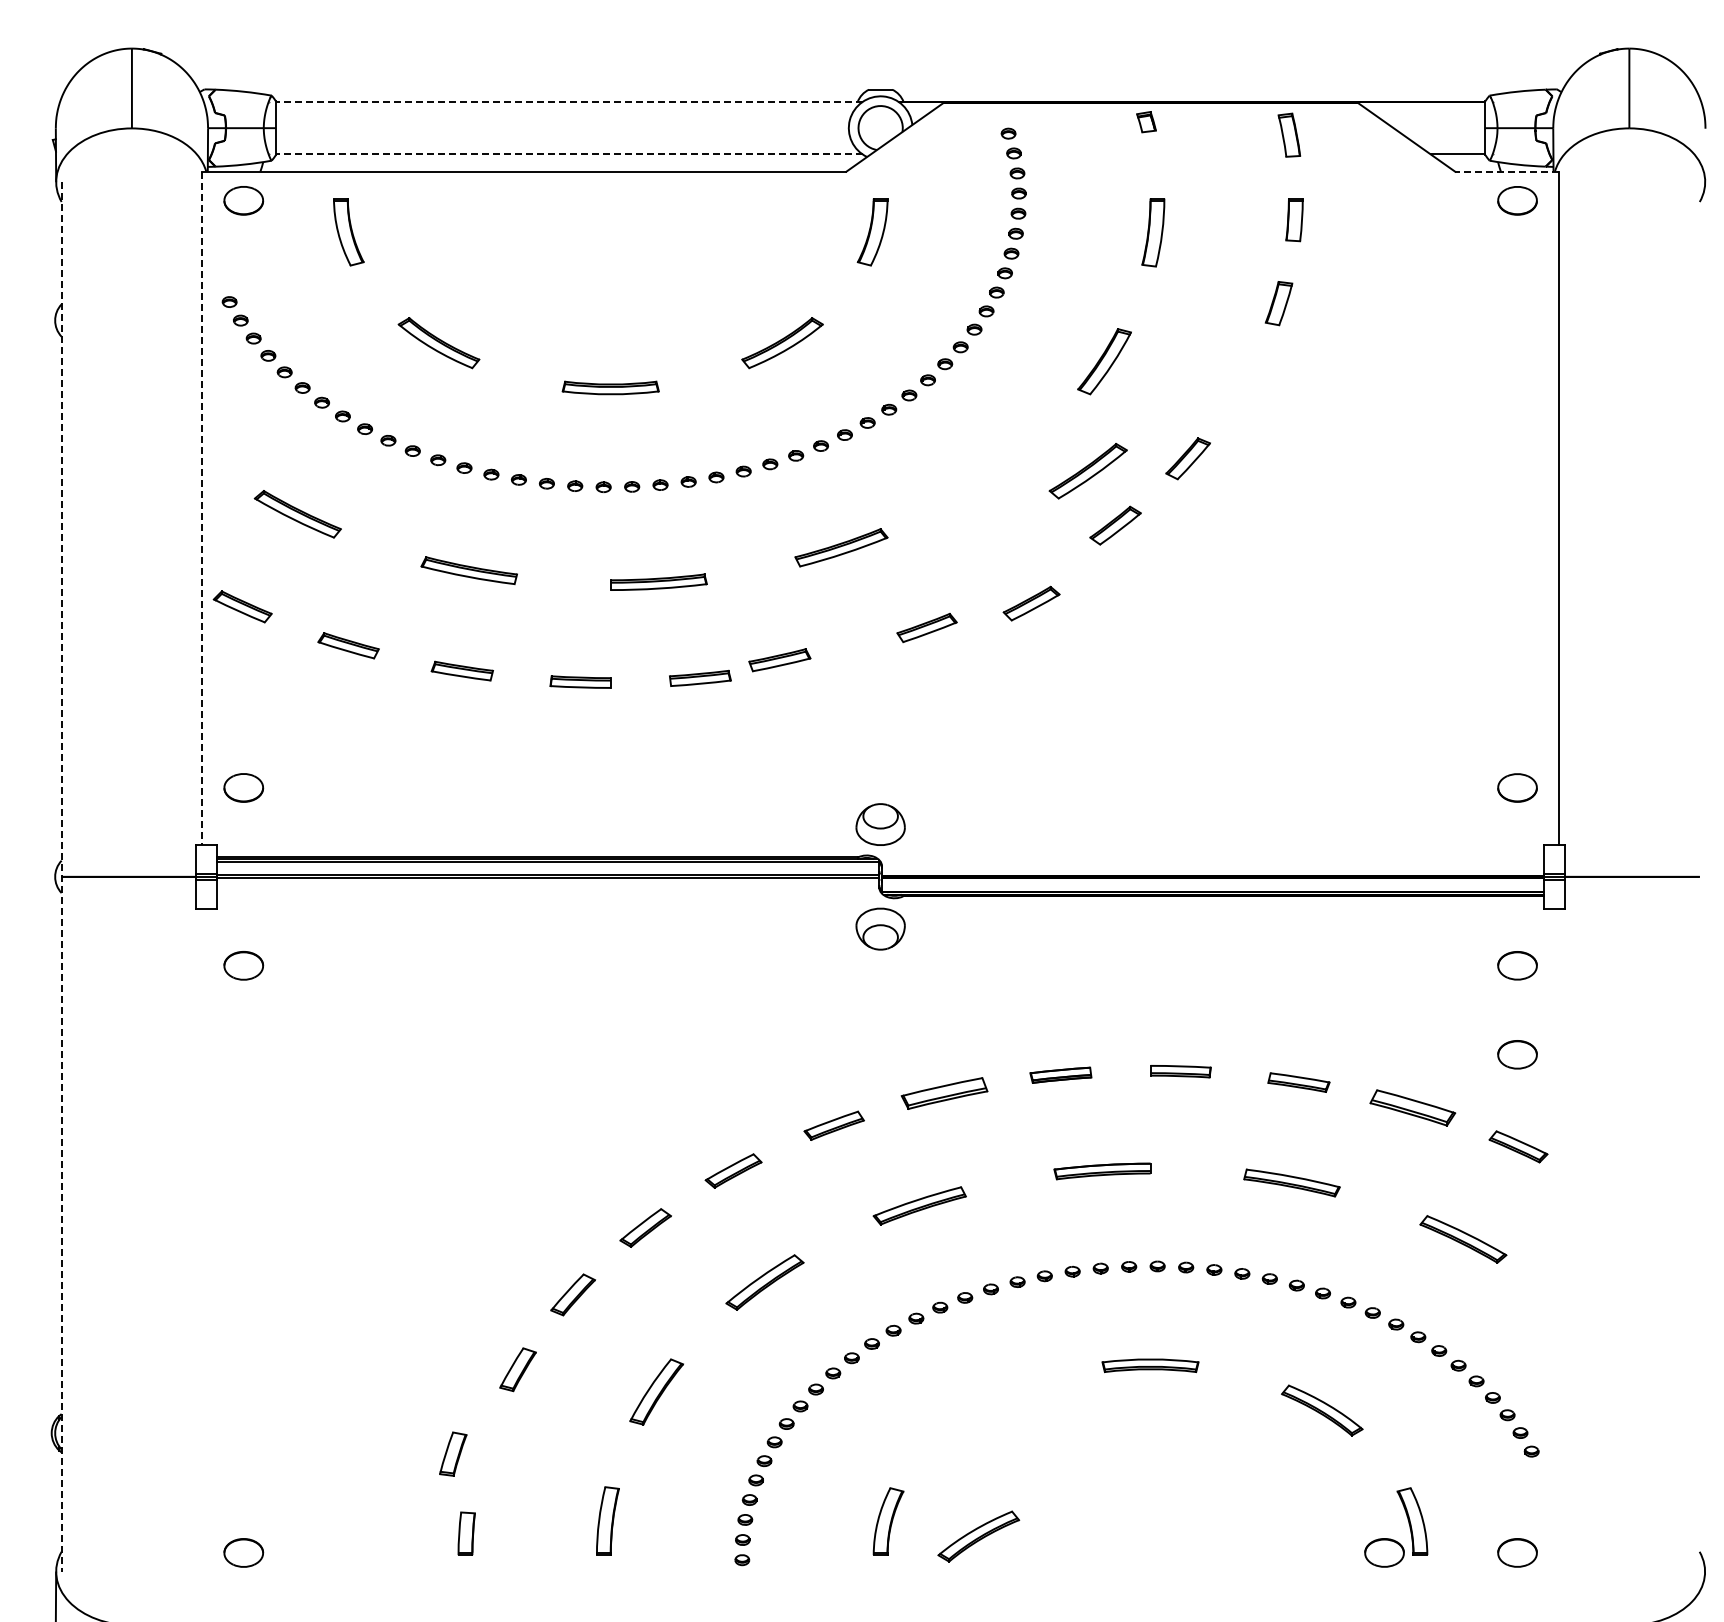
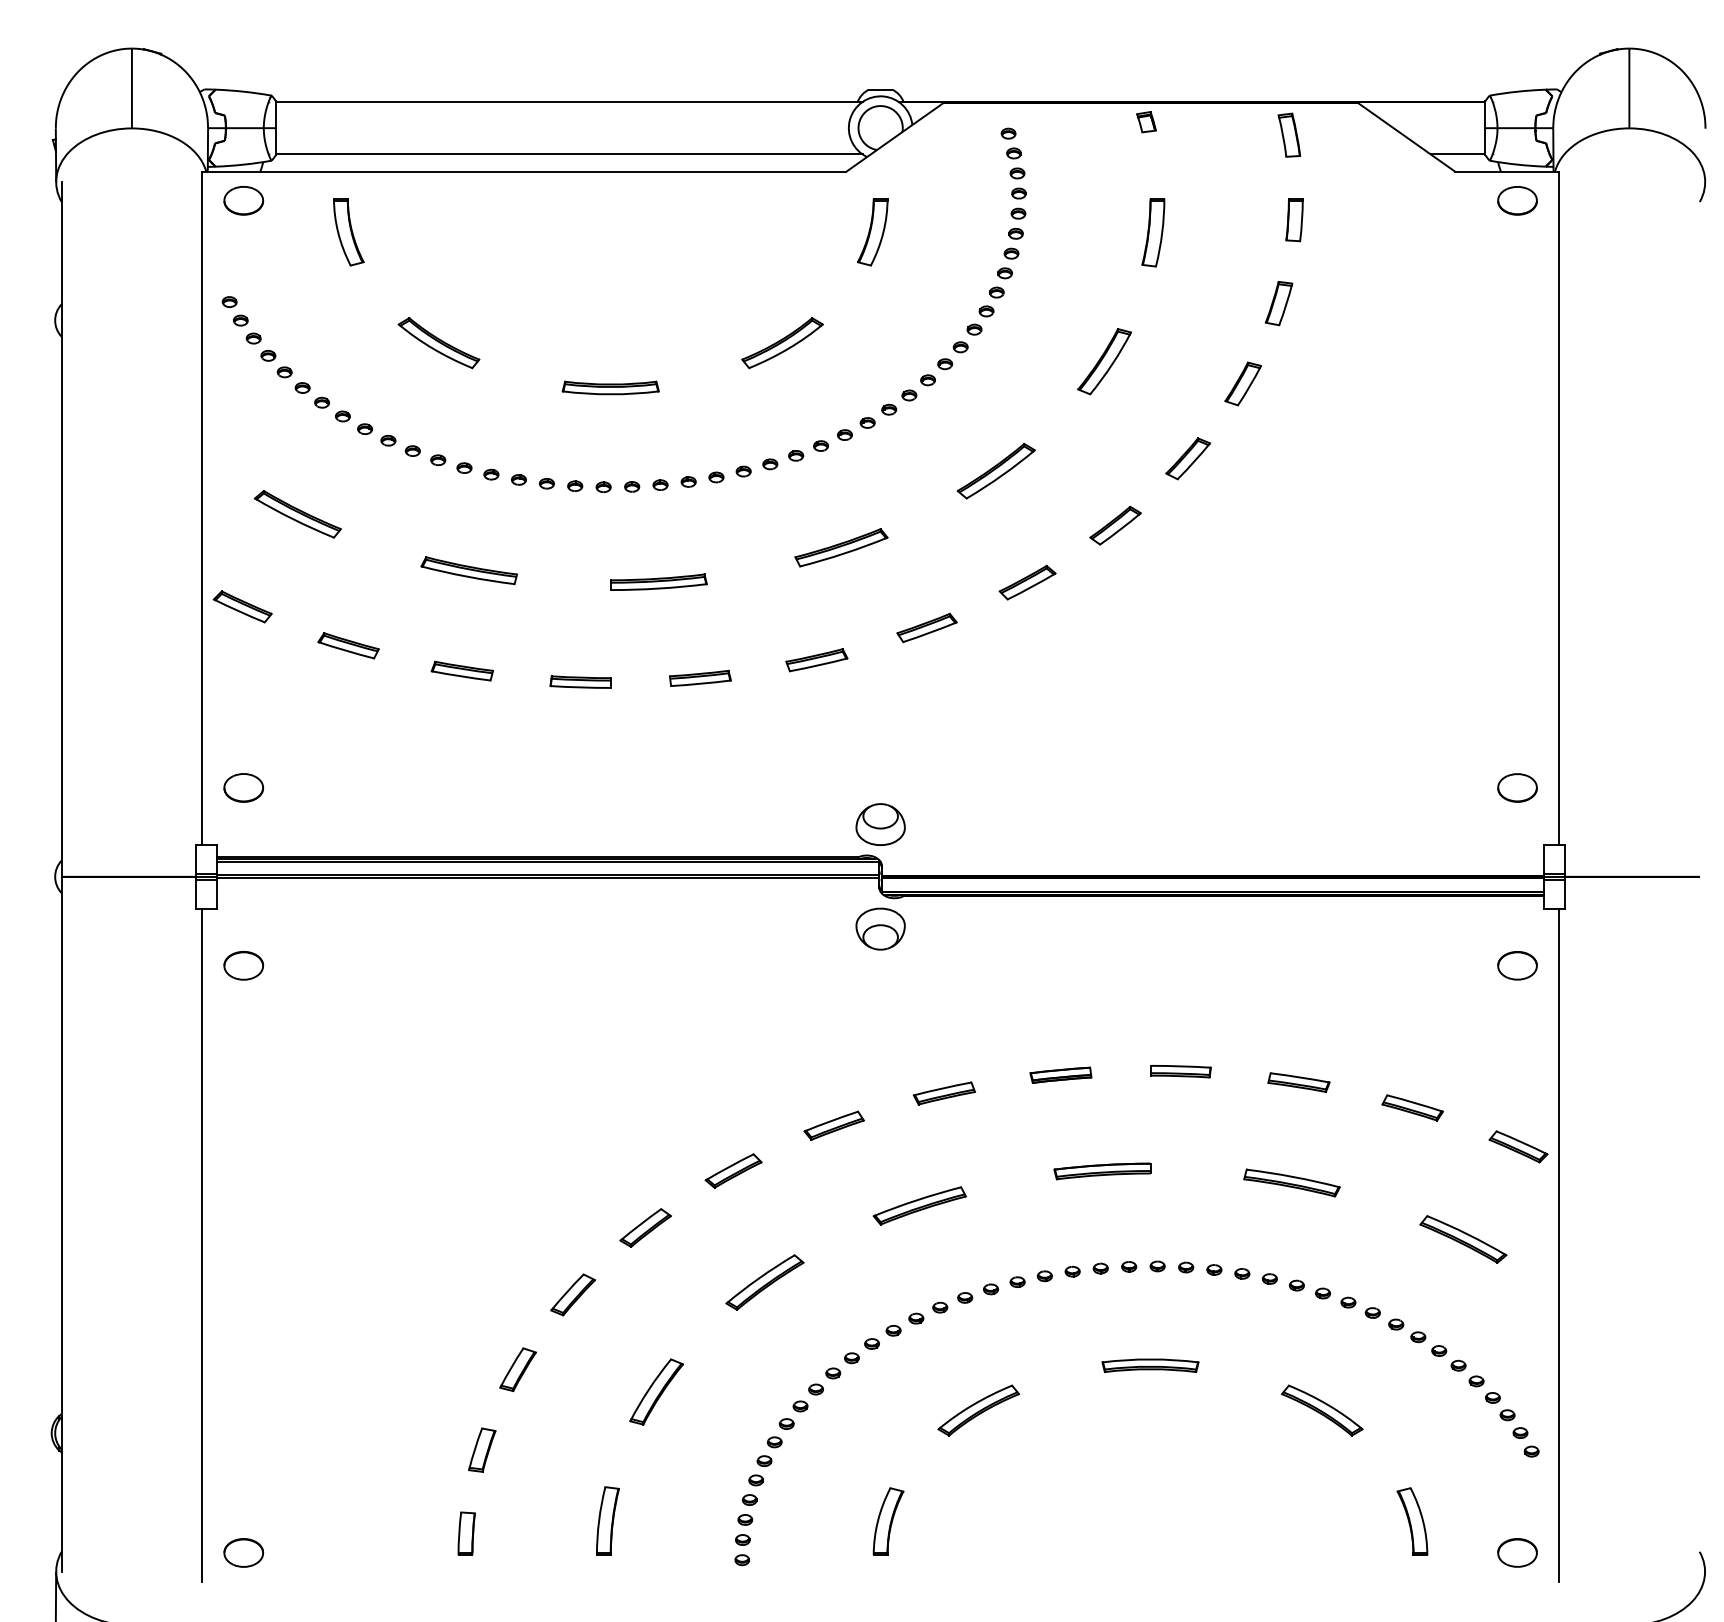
line at (568, 101): dashed -> solid
line at (568, 154): dashed -> solid
line at (1507, 171): dashed -> solid
part at (1242, 383): none -> present
part at (1087, 471) position: (1087, 471) -> (995, 471)
line at (202, 508): dashed -> solid
part at (1031, 603) position: (1031, 603) -> (1027, 582)
part at (779, 660) position: (779, 660) -> (816, 660)
line at (61, 876): dashed -> solid
part at (1517, 1054): present -> none
part at (944, 1093) size: 89x33 px -> 64x25 px
part at (1412, 1107) size: 88x38 px -> 63x28 px
line at (202, 1245): none -> present
line at (1559, 1245): none -> present
part at (453, 1453) position: (453, 1453) -> (482, 1449)
part at (978, 1536) position: (978, 1536) -> (978, 1410)
part at (1384, 1552): present -> none
